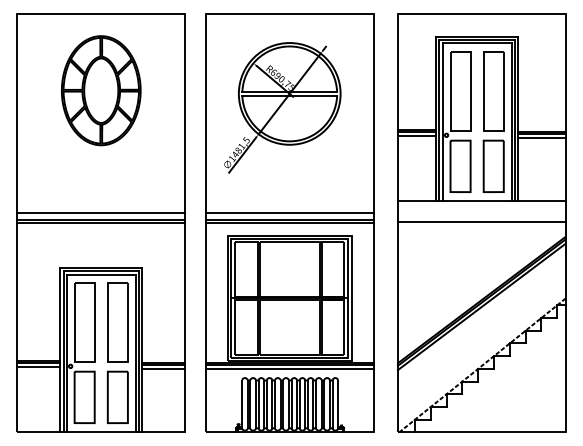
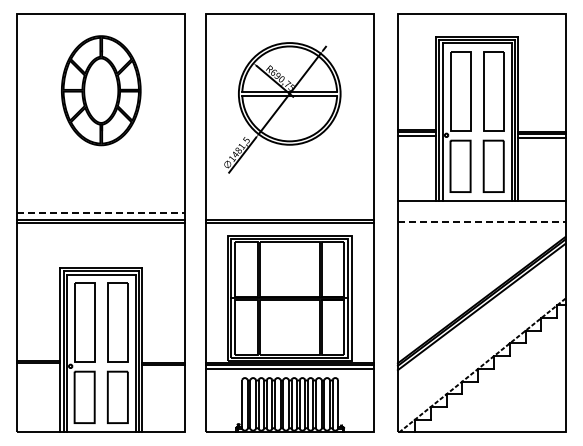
line at (101, 212): solid -> dashed
line at (289, 212): present -> none
line at (481, 222): solid -> dashed
line at (38, 366): present -> none
line at (163, 368): present -> none
